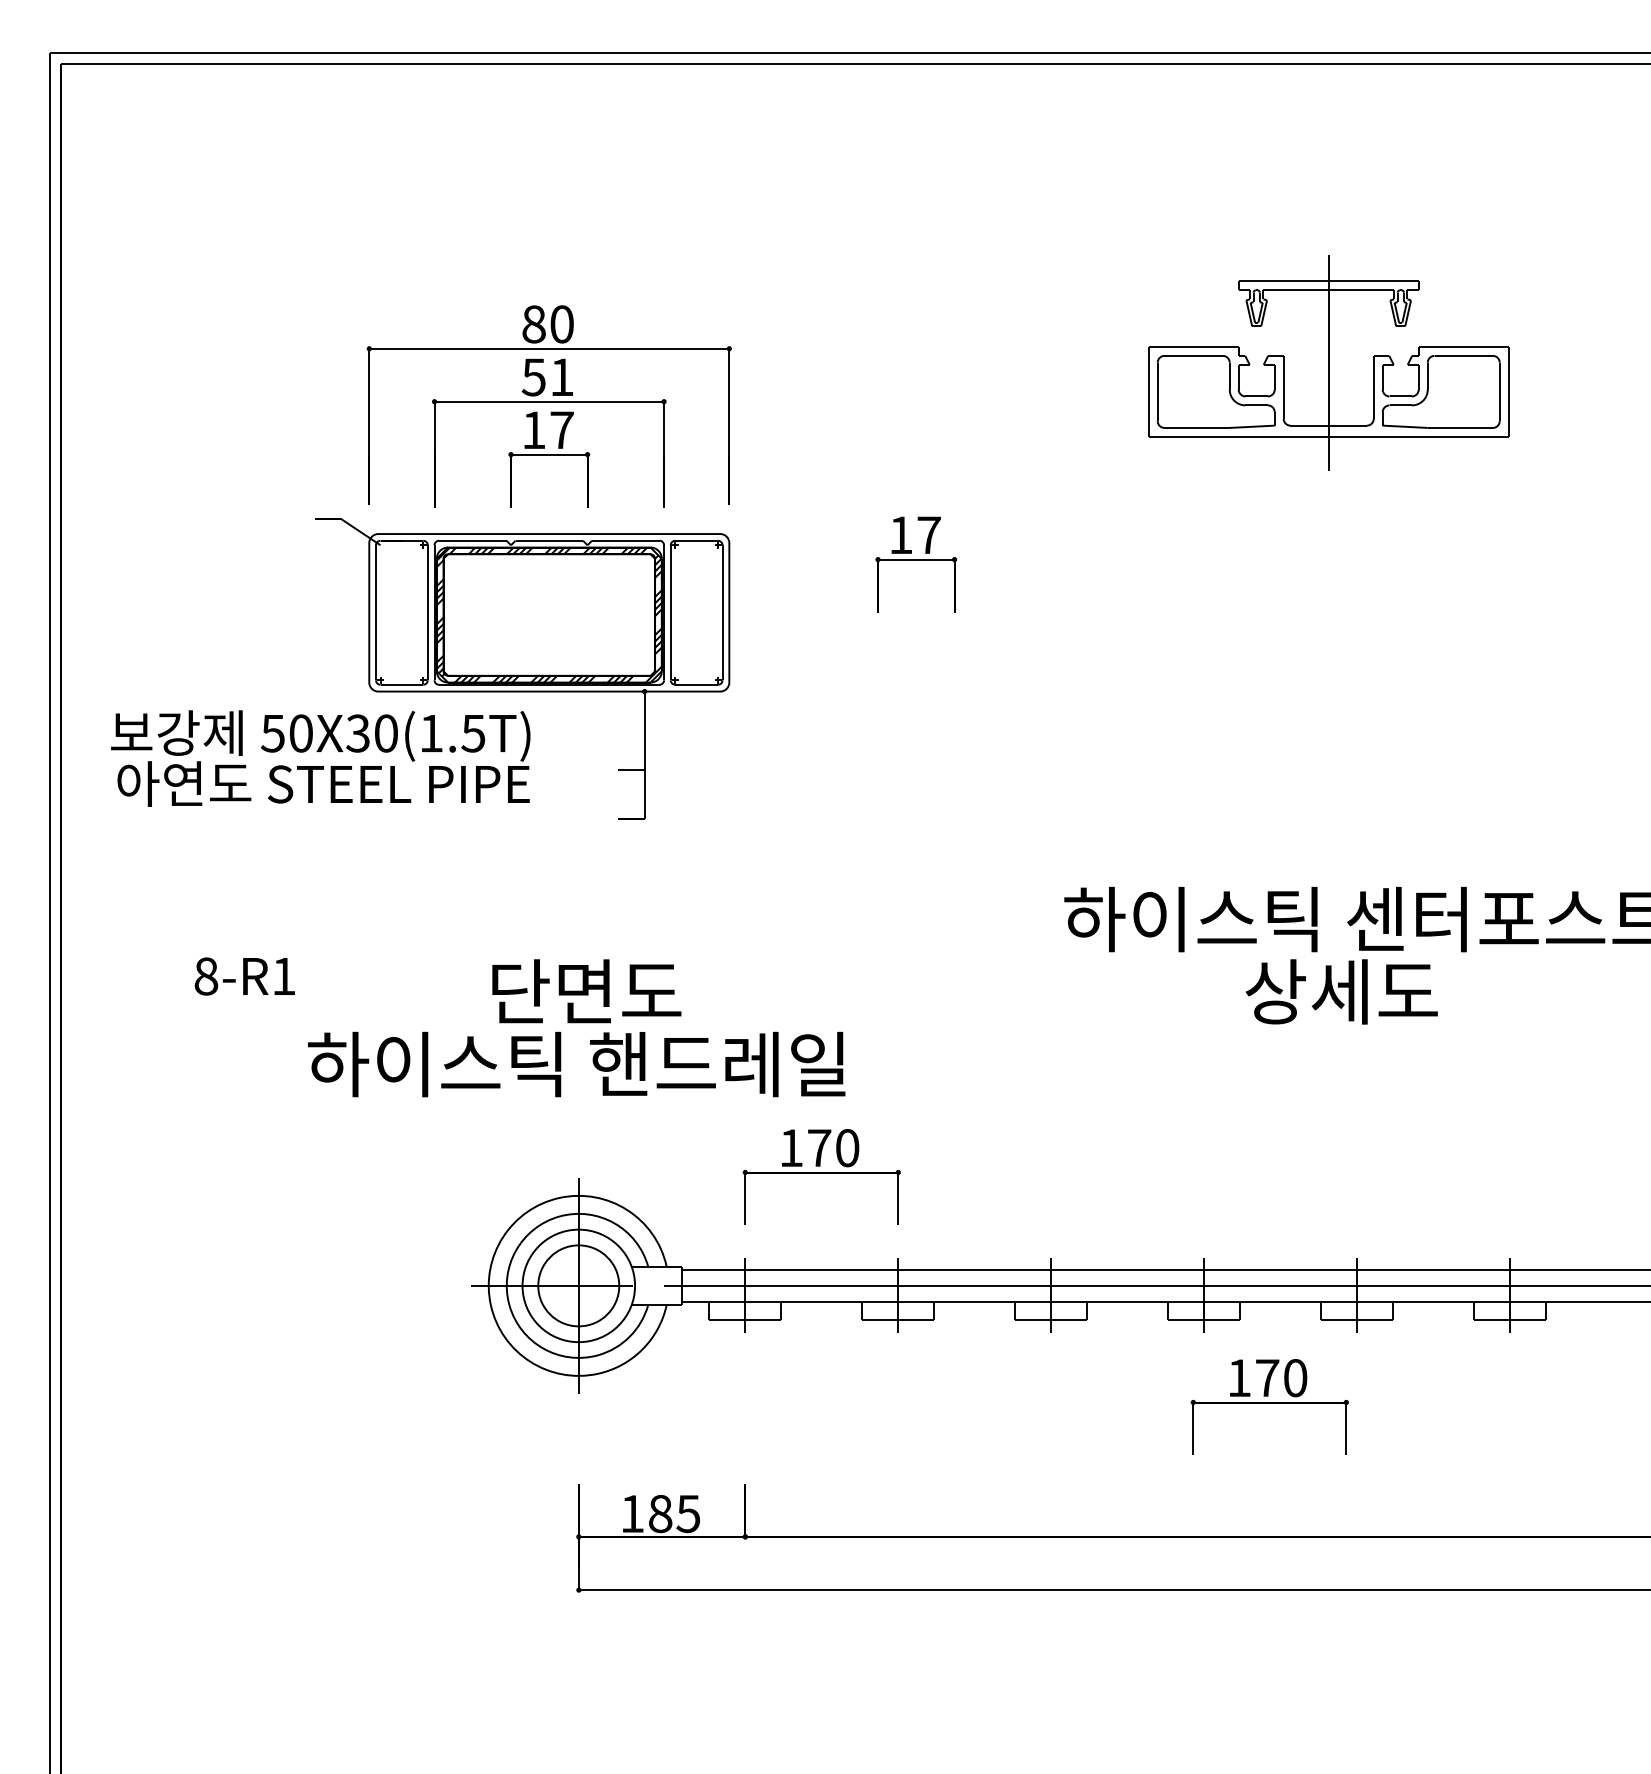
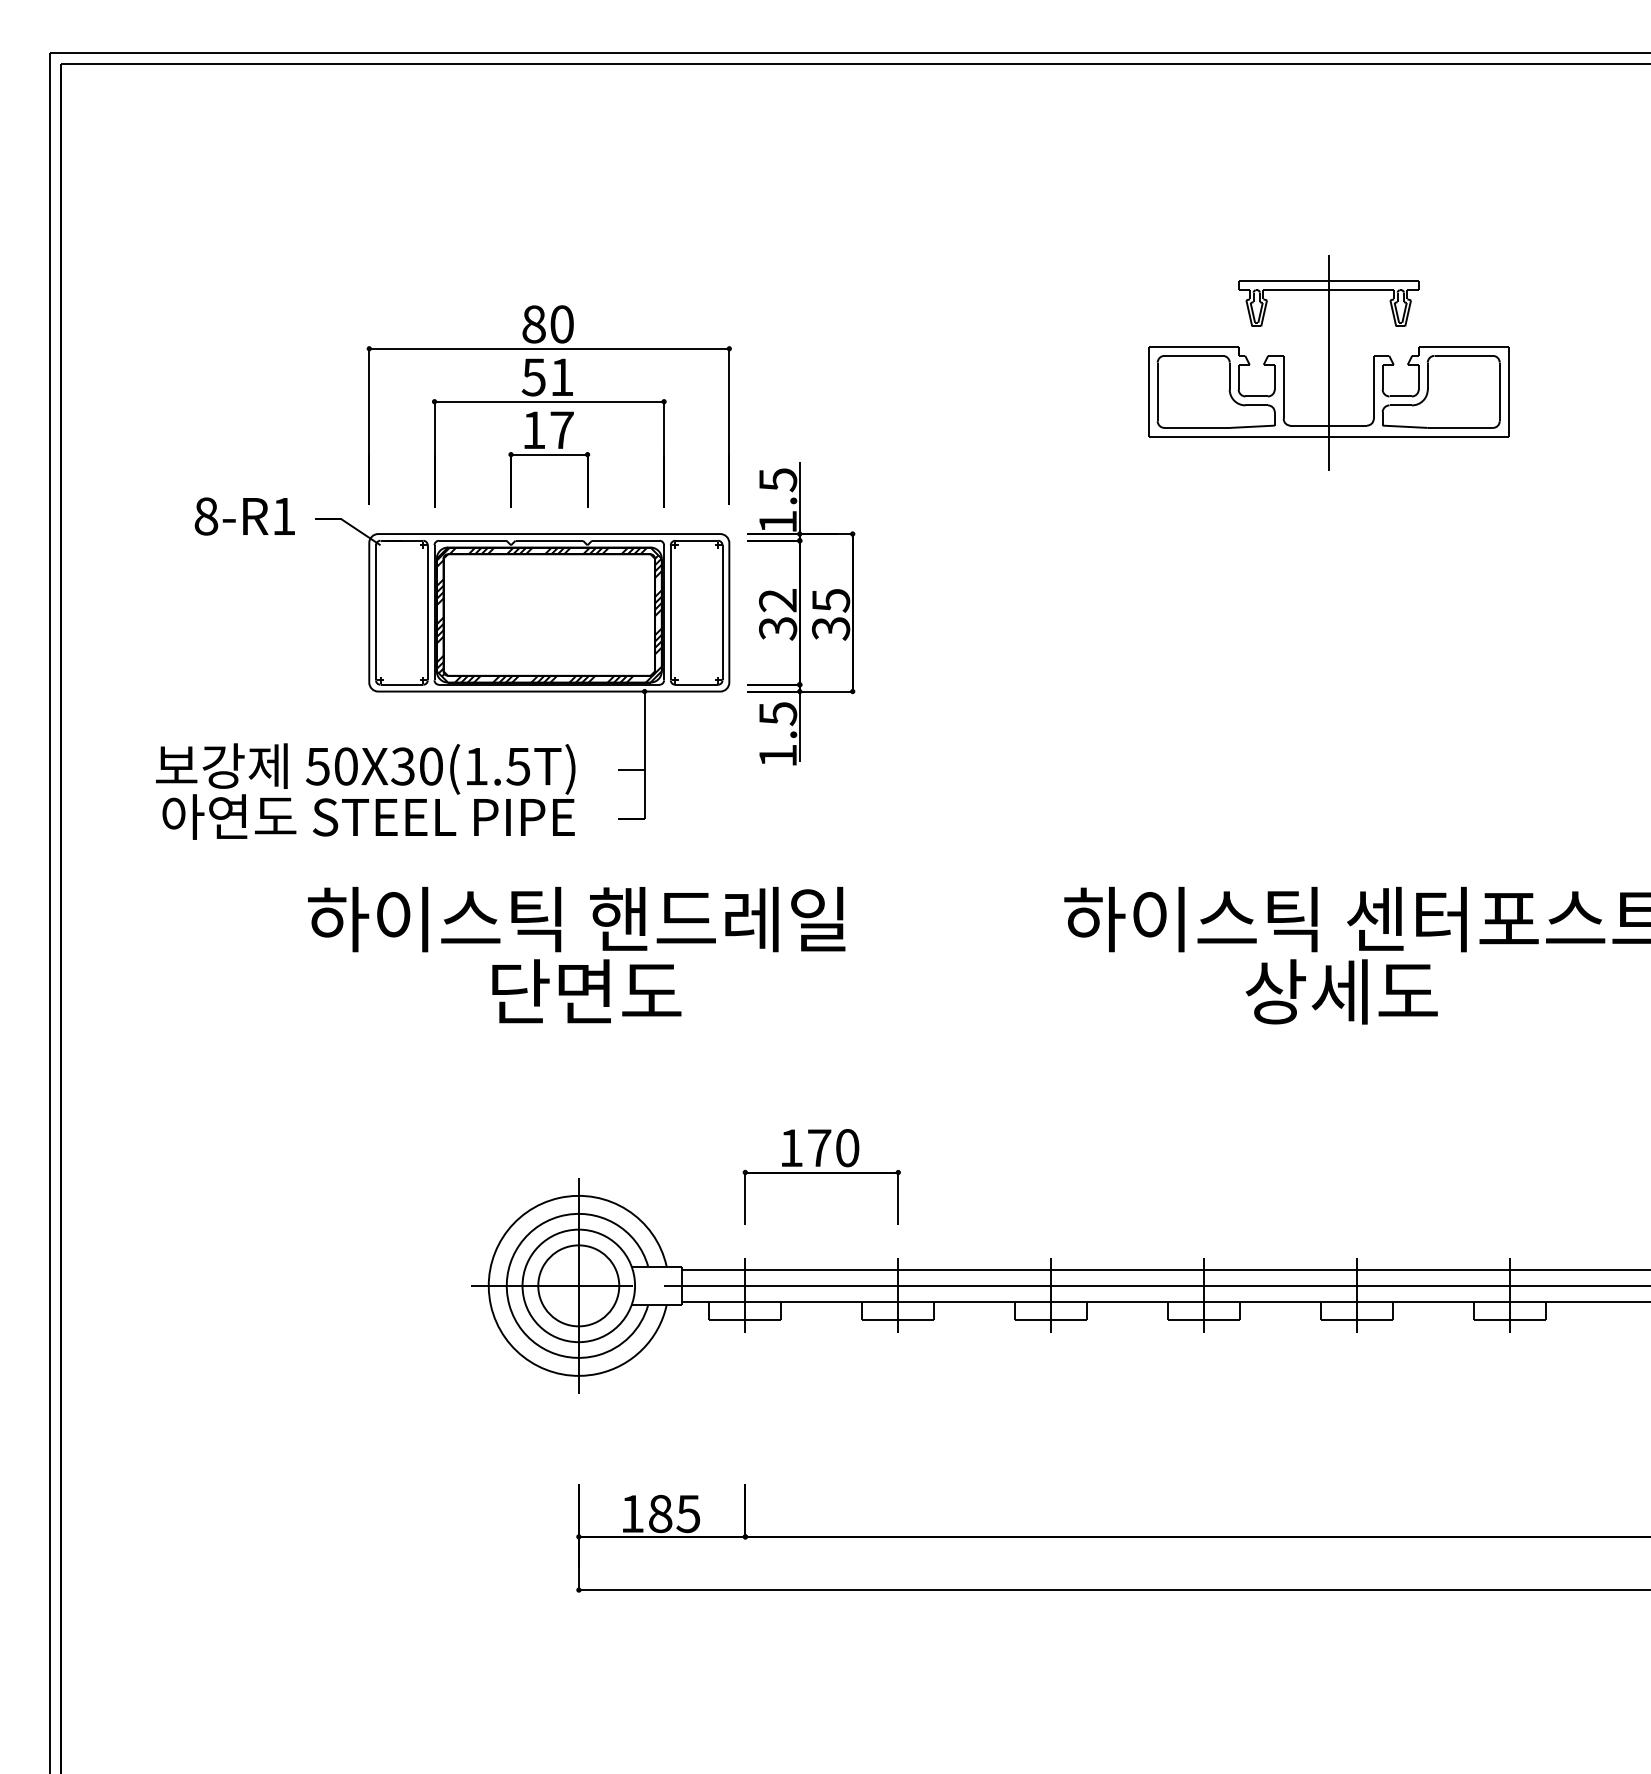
part at (916, 564): present -> none
part at (801, 613): none -> present
text at (320, 758) position: (320, 758) -> (365, 791)
text at (244, 976) position: (244, 976) -> (244, 516)
text at (576, 1064) position: (576, 1064) -> (576, 919)
part at (1269, 1406): present -> none
